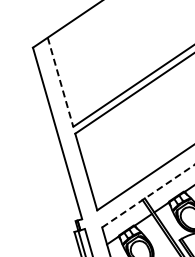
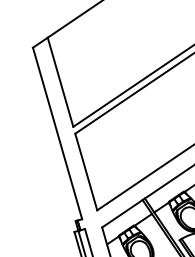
line at (60, 82): dashed -> solid
line at (148, 196): dashed -> solid
